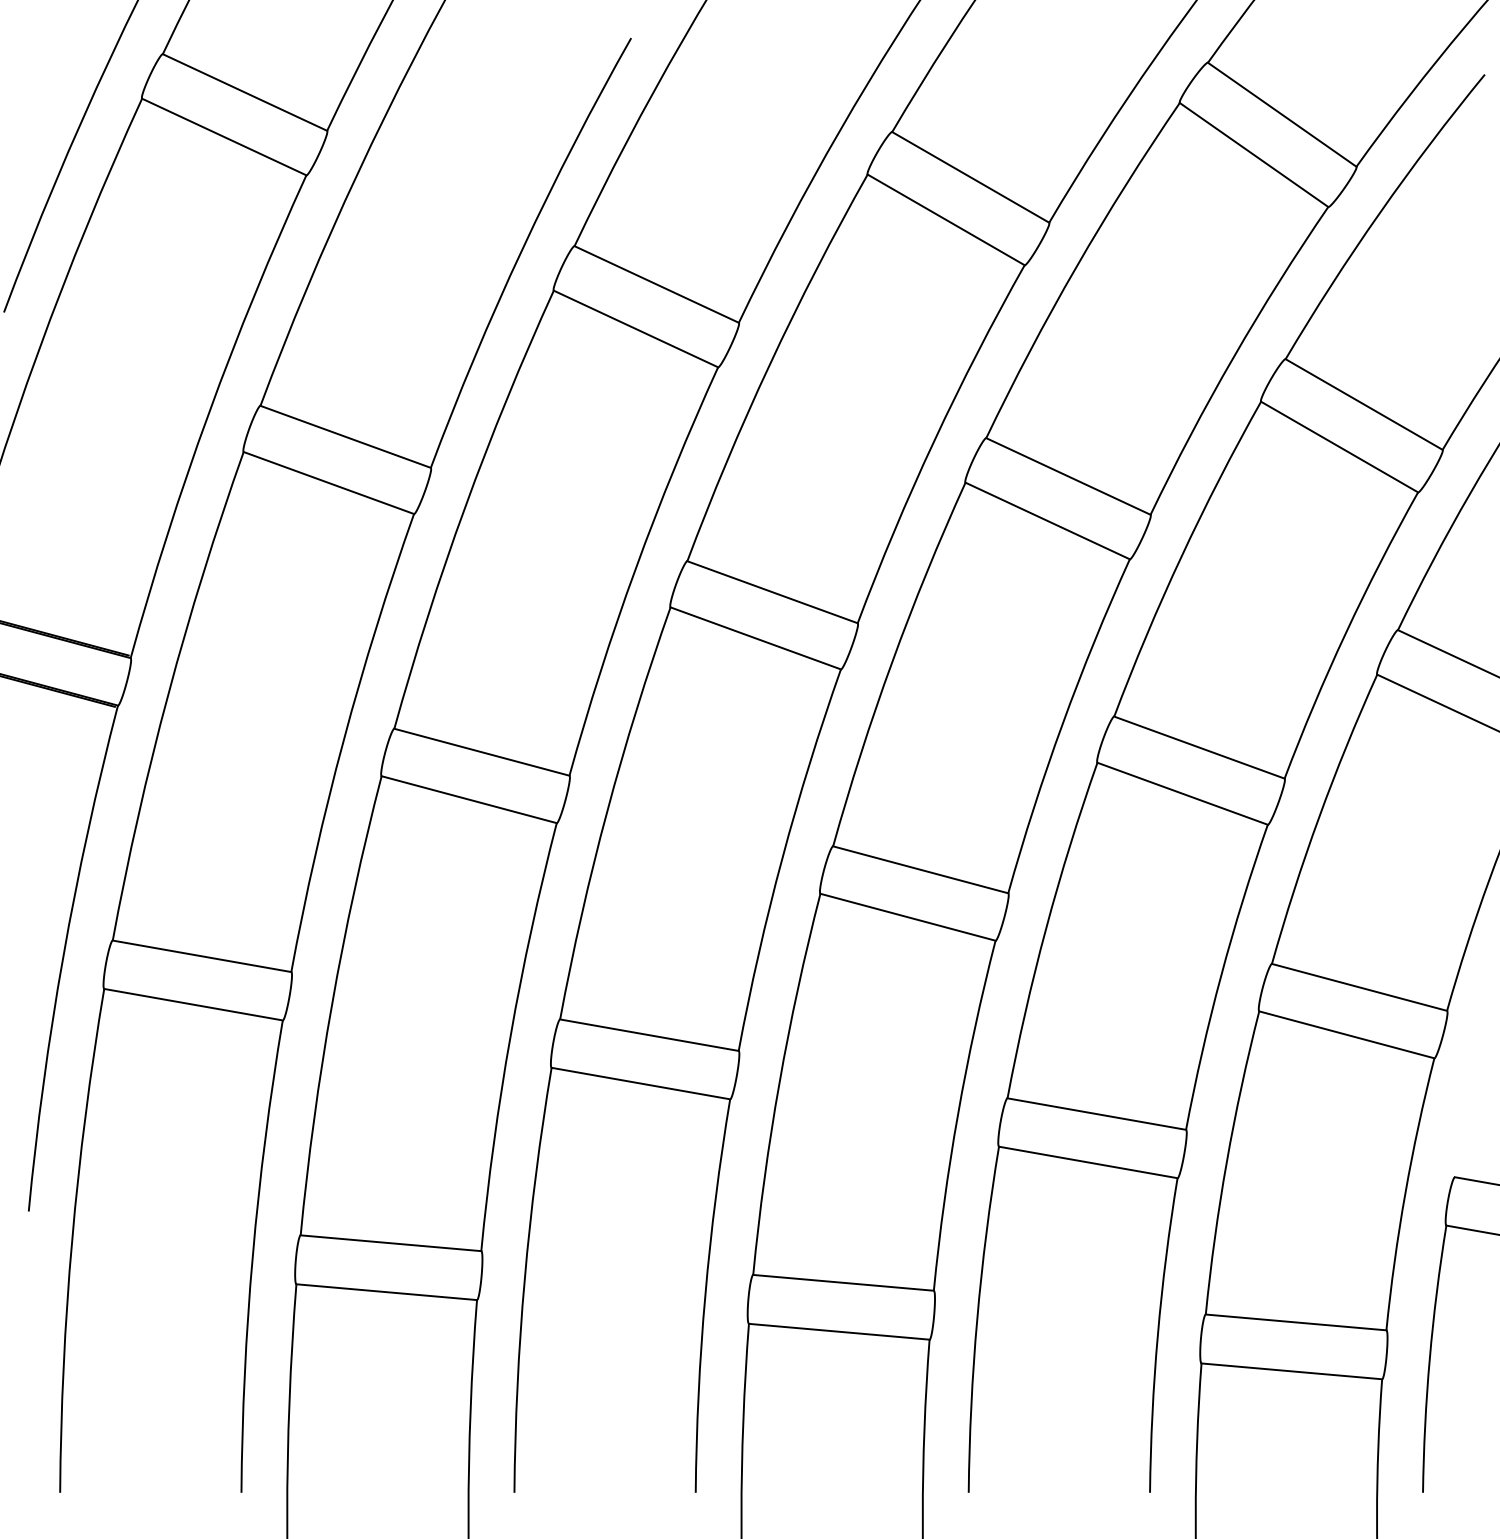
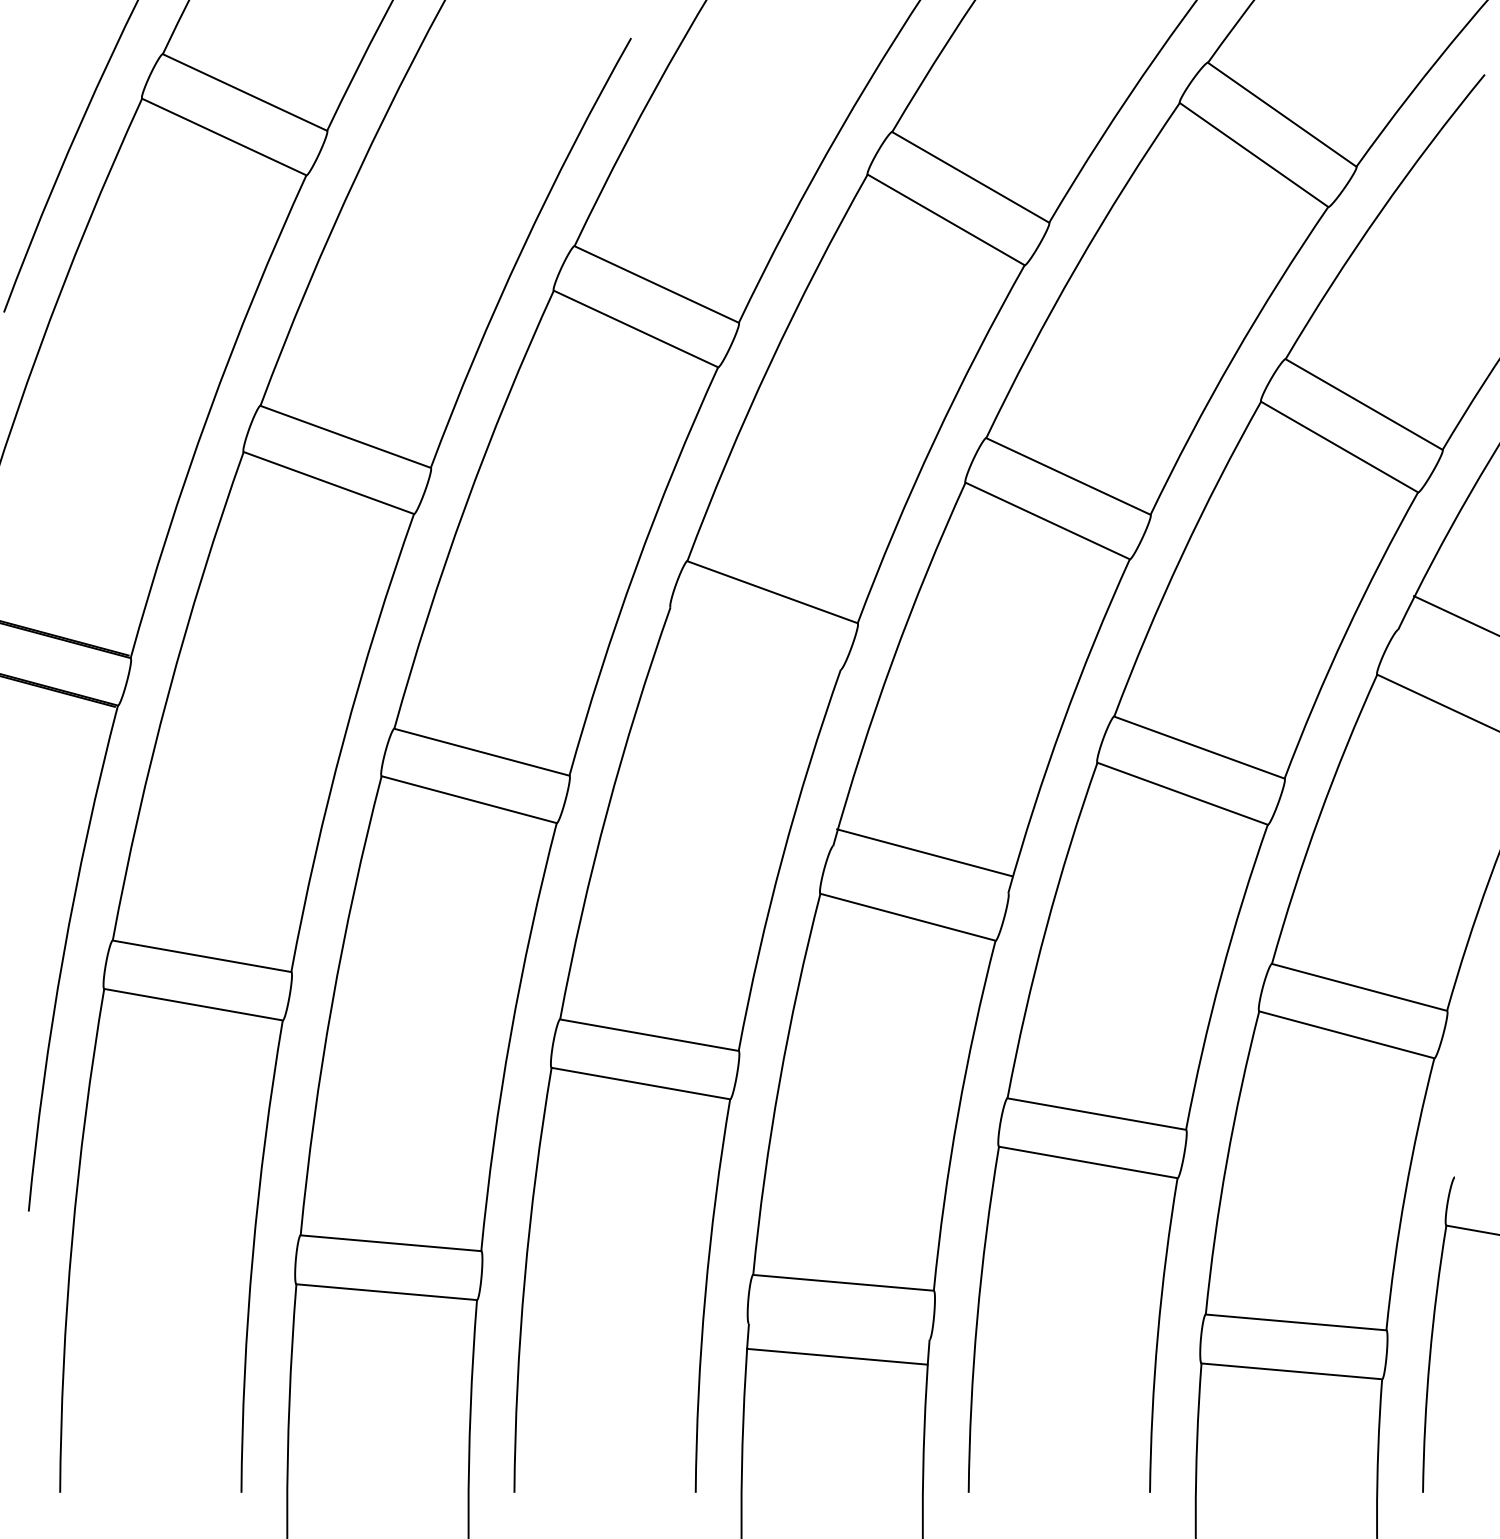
line at (755, 638): present -> none
line at (1447, 653) position: (1447, 653) -> (1455, 615)
line at (920, 869) position: (920, 869) -> (924, 852)
line at (1475, 1180): present -> none
line at (838, 1331) position: (838, 1331) -> (836, 1356)
